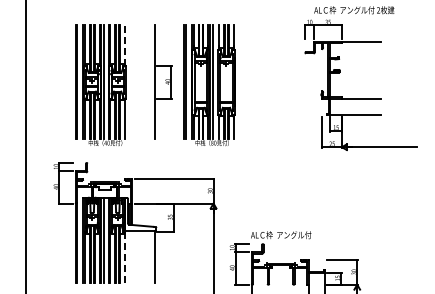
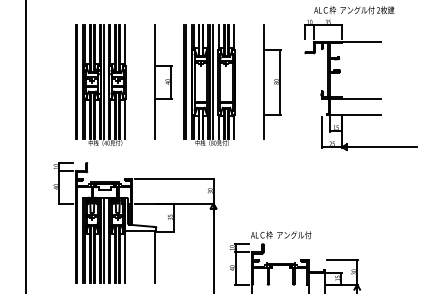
line at (125, 45): dashed -> solid
part at (272, 81): none -> present
line at (125, 257): dashed -> solid
